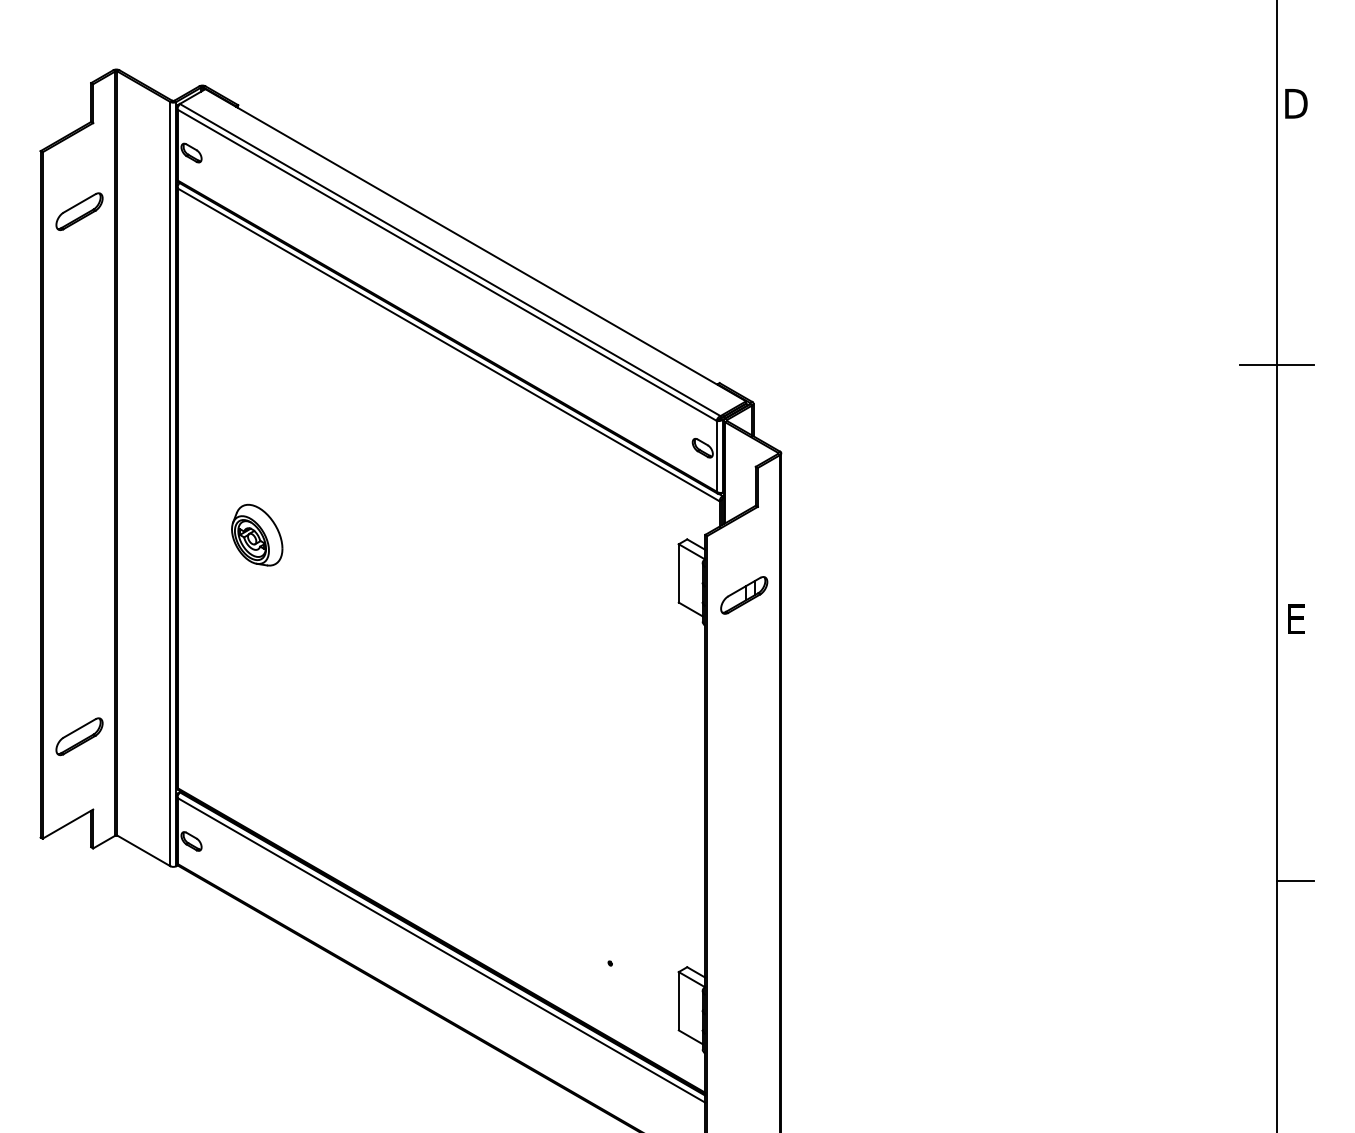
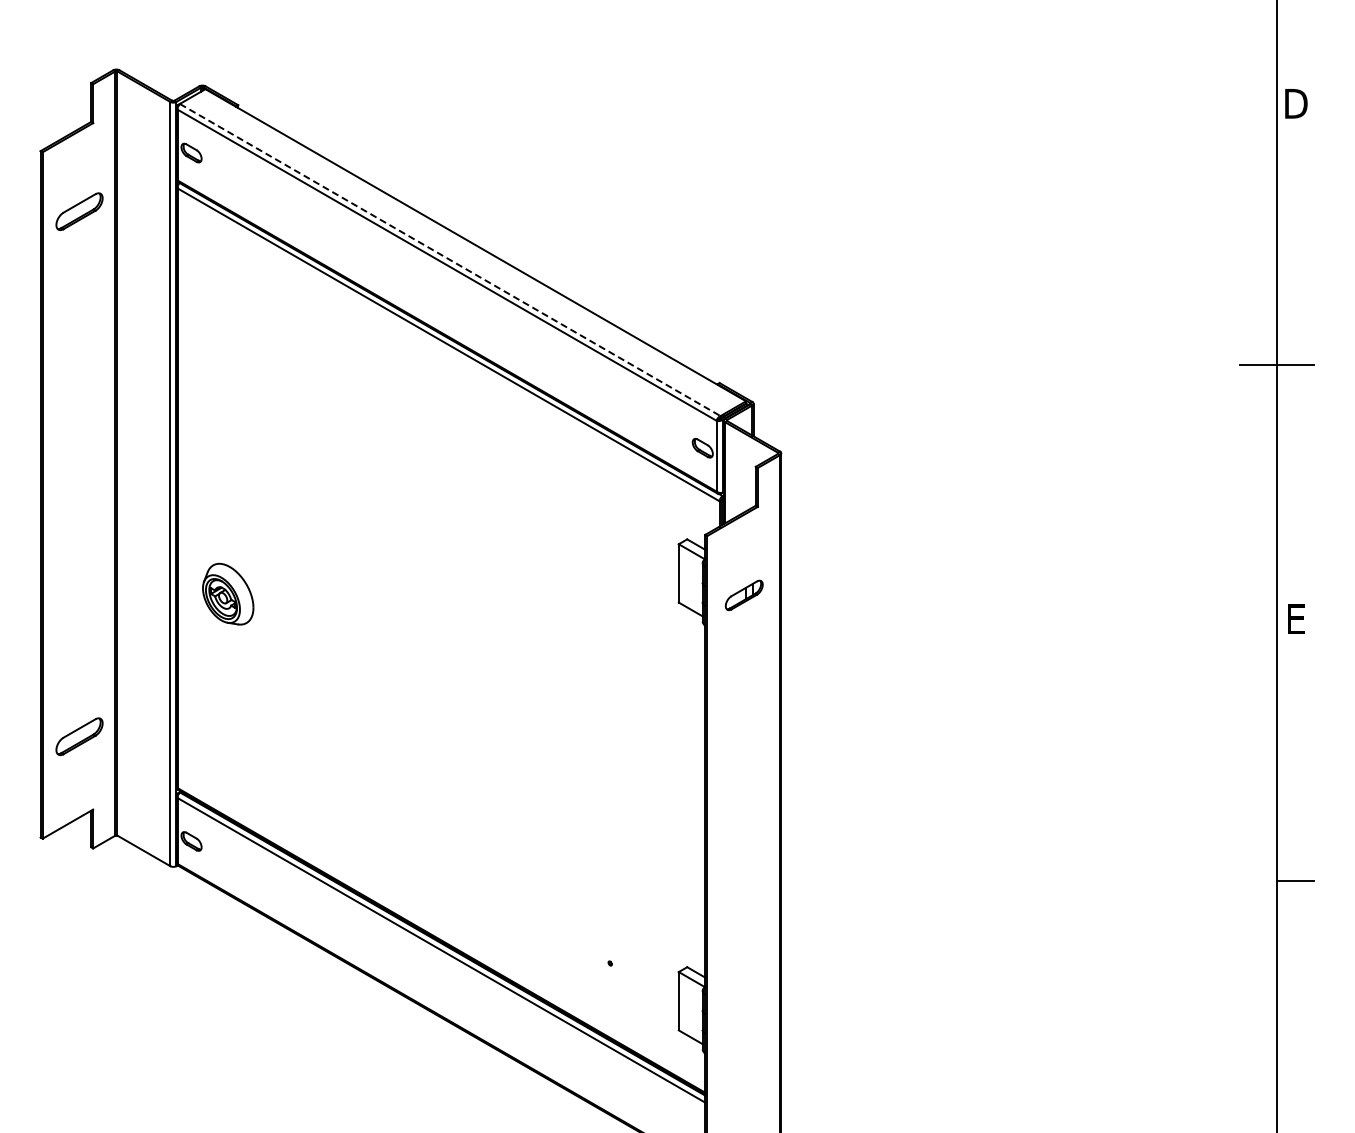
line at (450, 260): solid -> dashed
part at (257, 534) position: (257, 534) -> (228, 593)
part at (744, 595) size: 49x39 px -> 40x33 px
